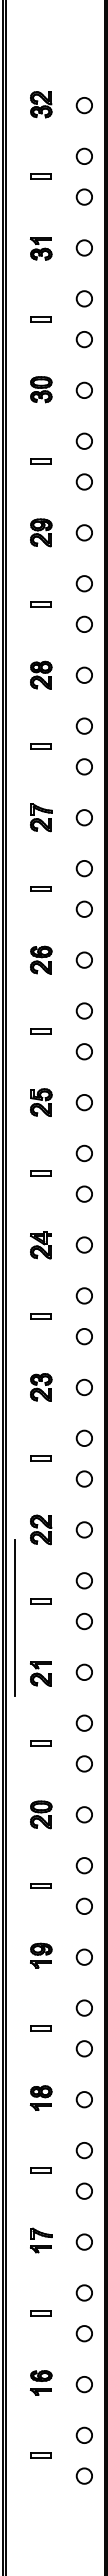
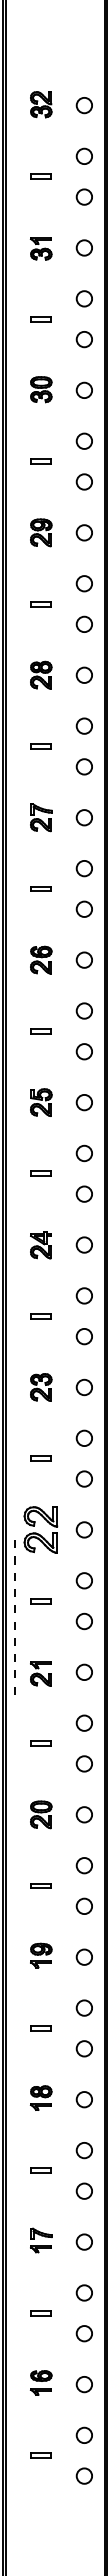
part at (41, 1529) size: 23x32 px -> 36x48 px
line at (14, 1617): solid -> dashed
